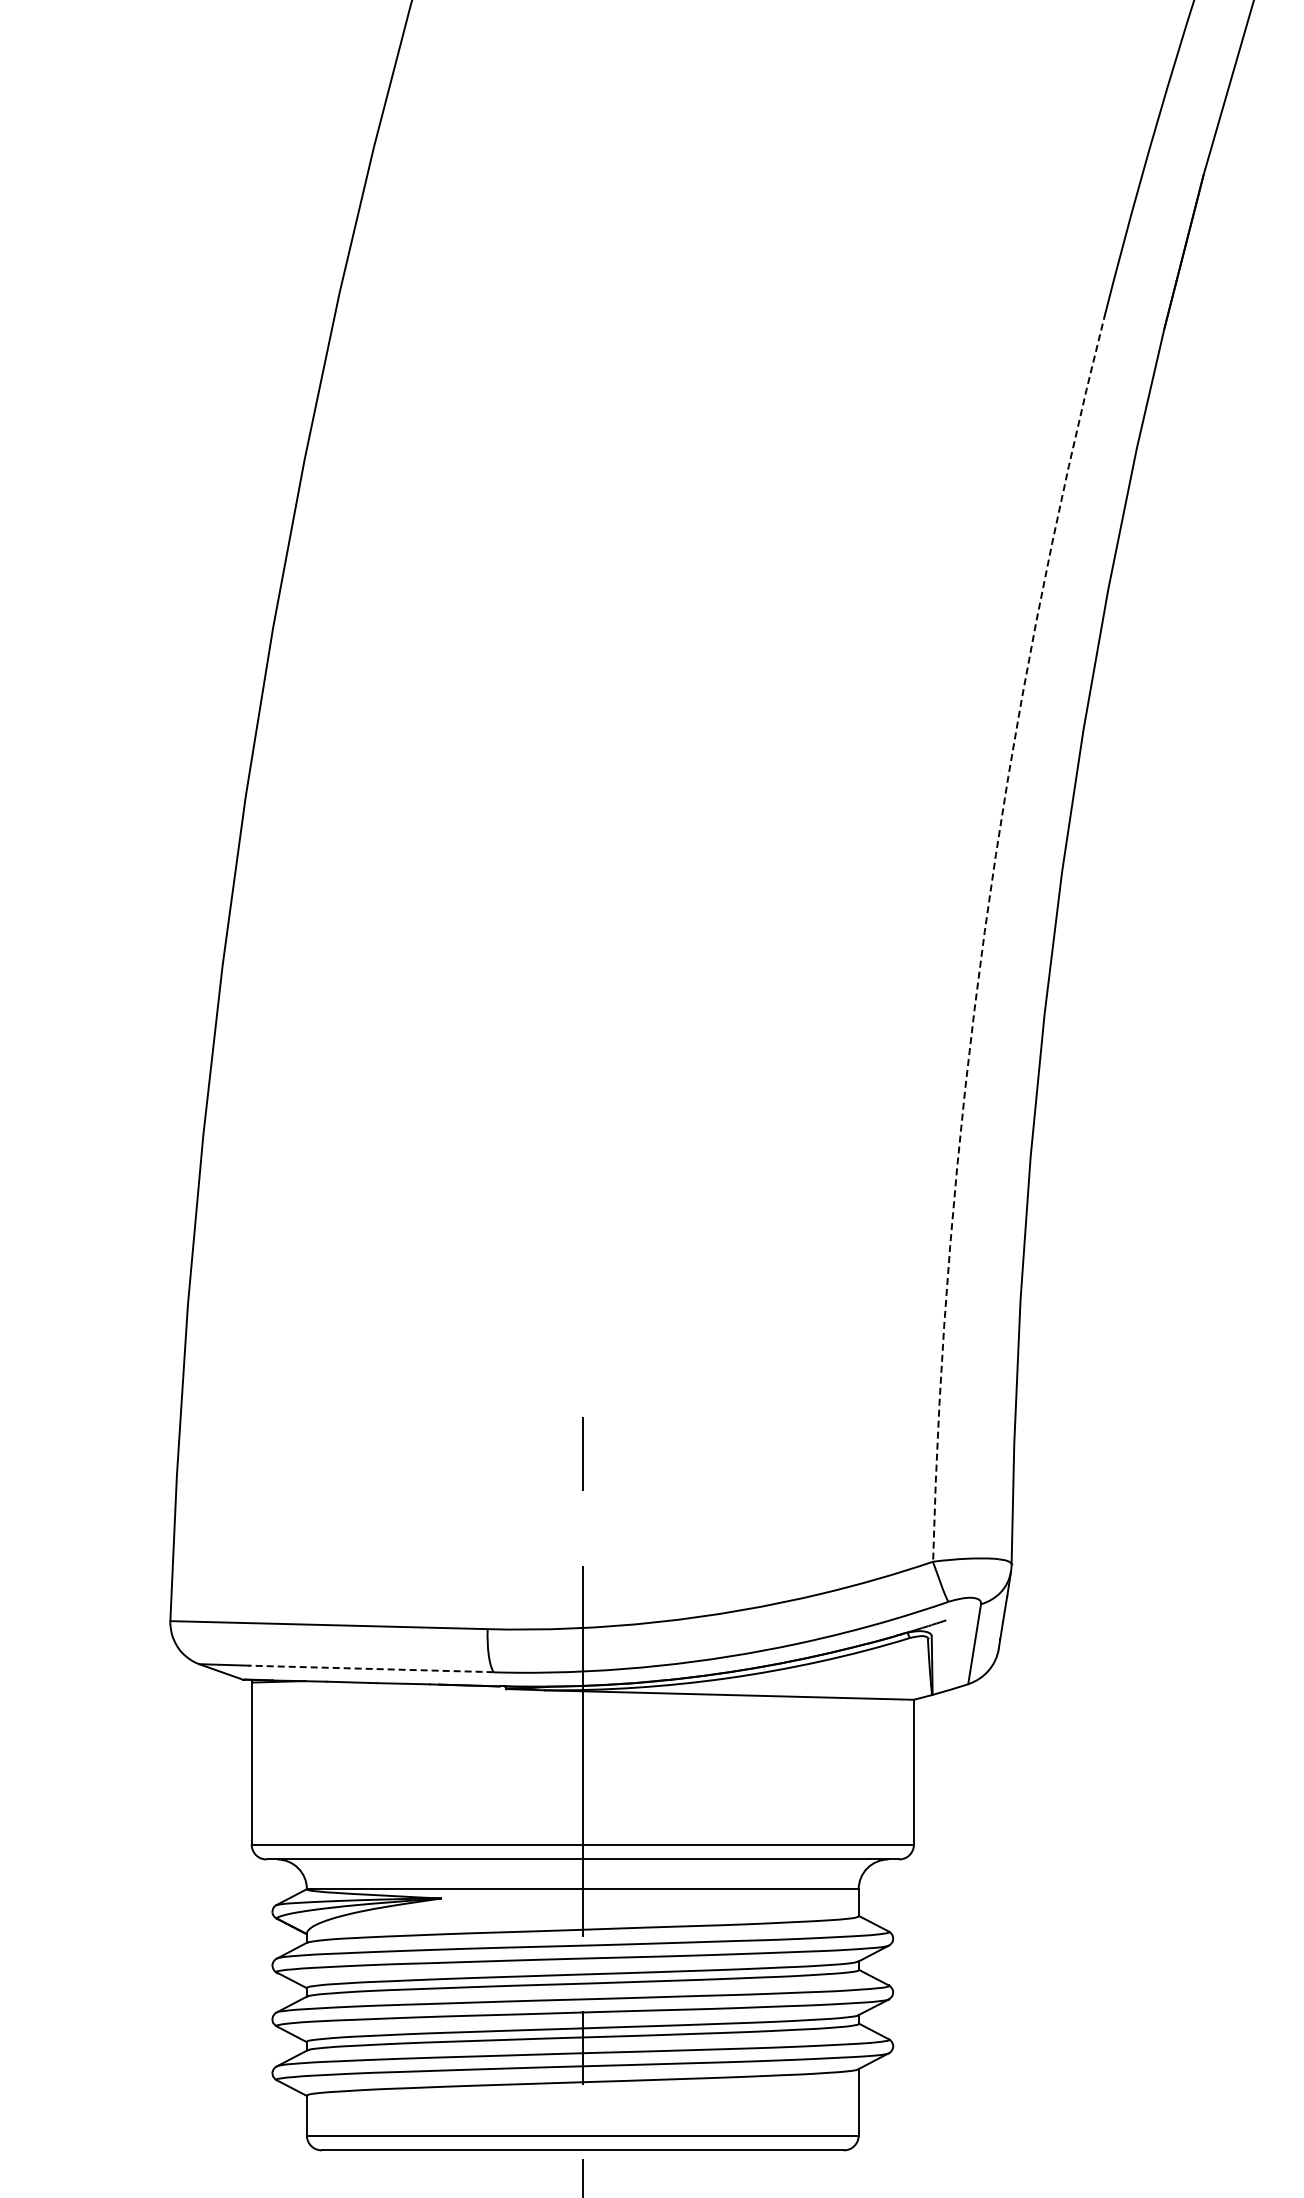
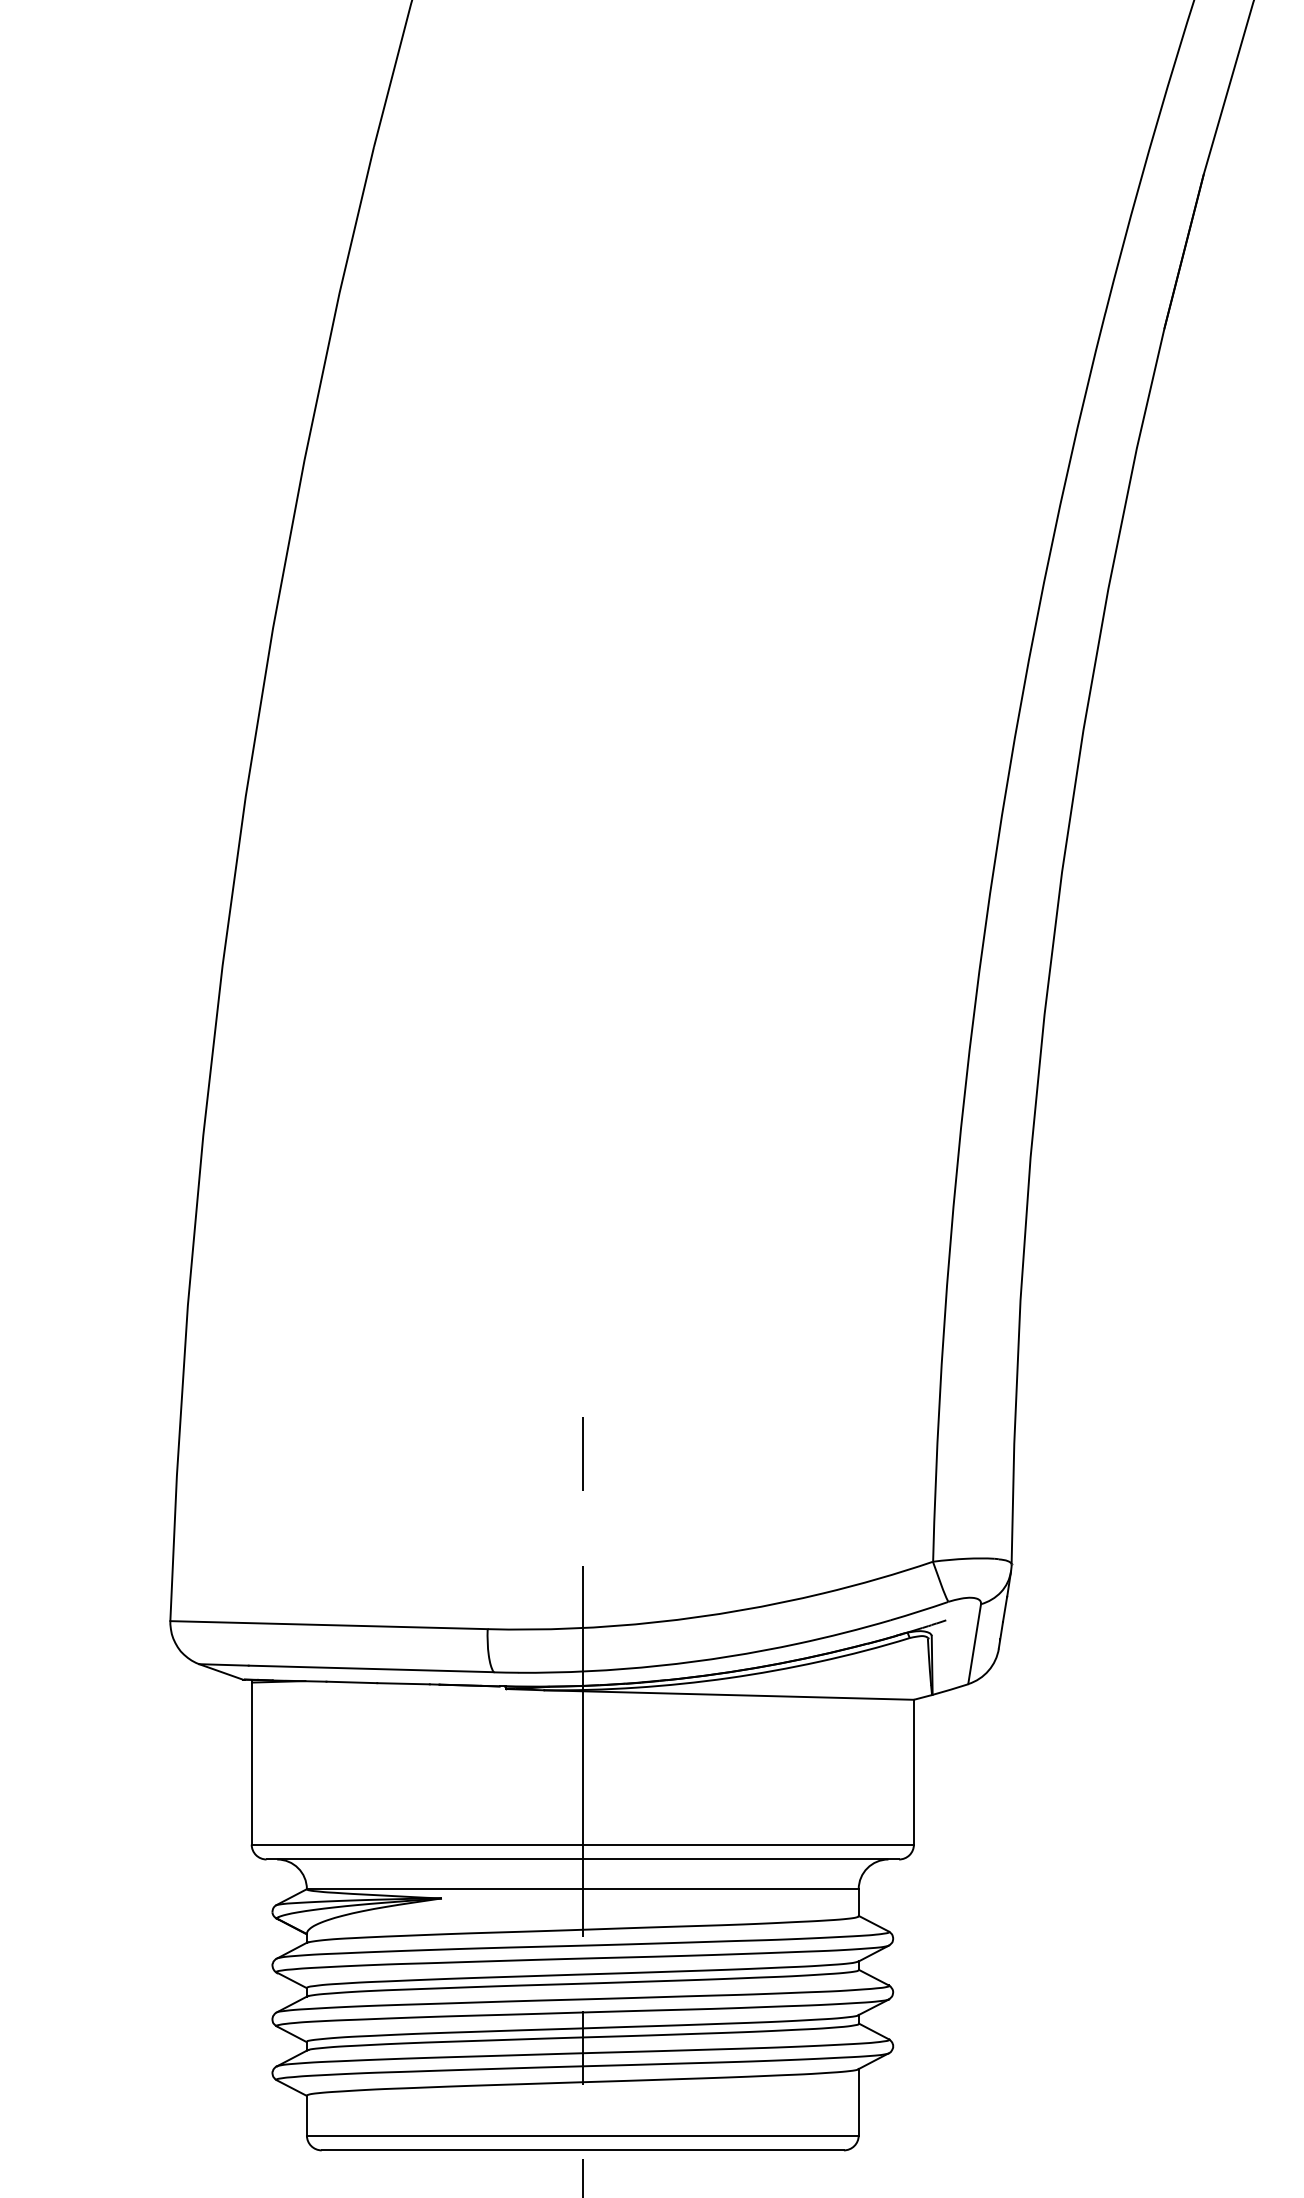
arc at (984, 932): dashed -> solid
line at (370, 1668): dashed -> solid
